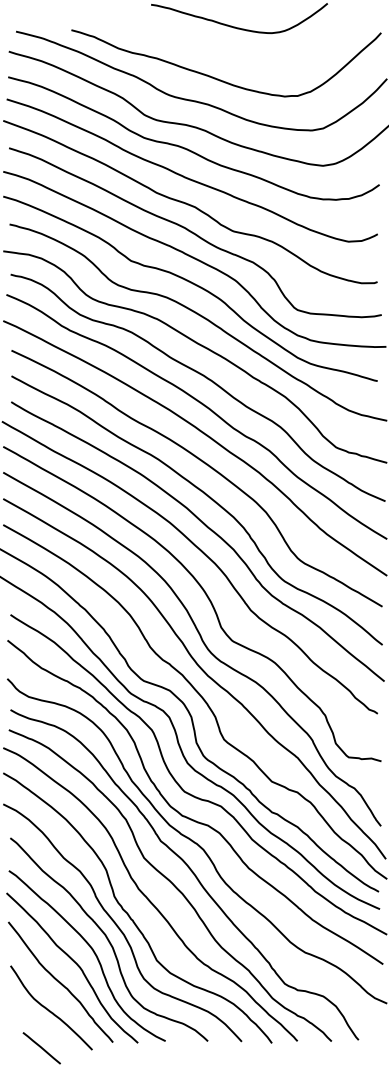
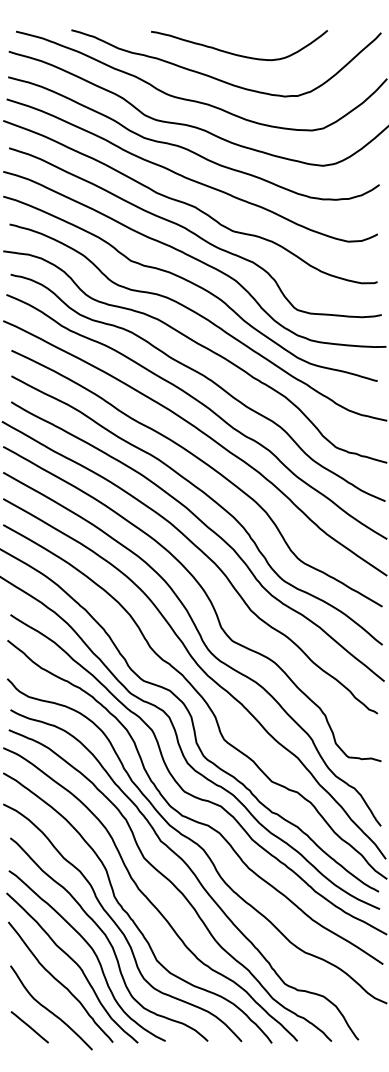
curve at (235, 26) position: (235, 26) -> (235, 53)
line at (41, 1048) position: (41, 1048) -> (29, 1027)
